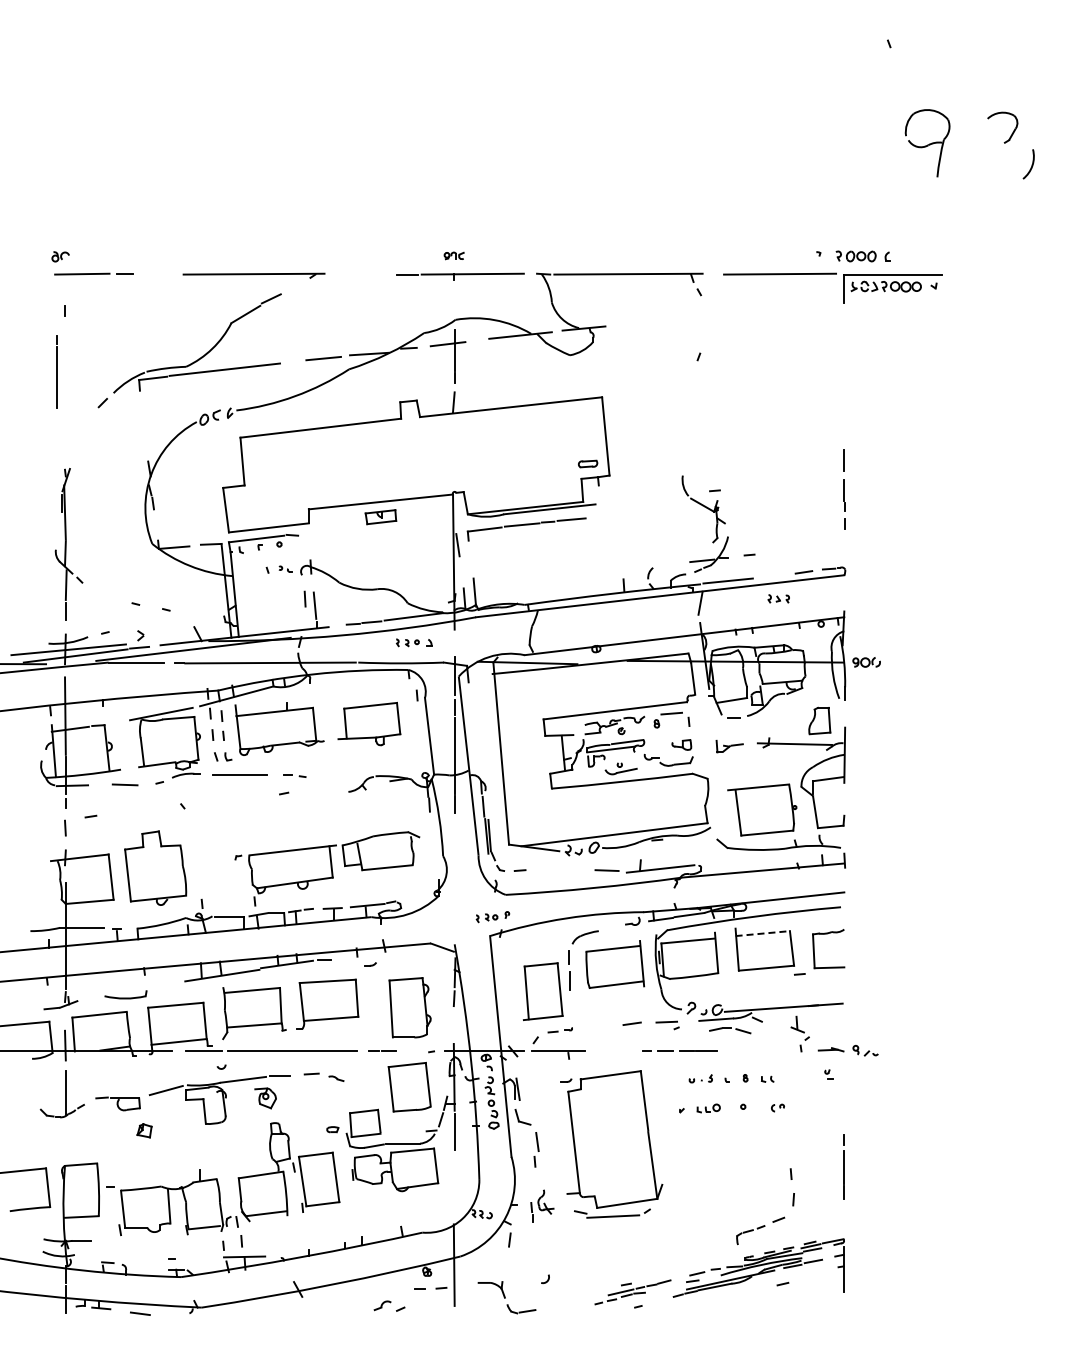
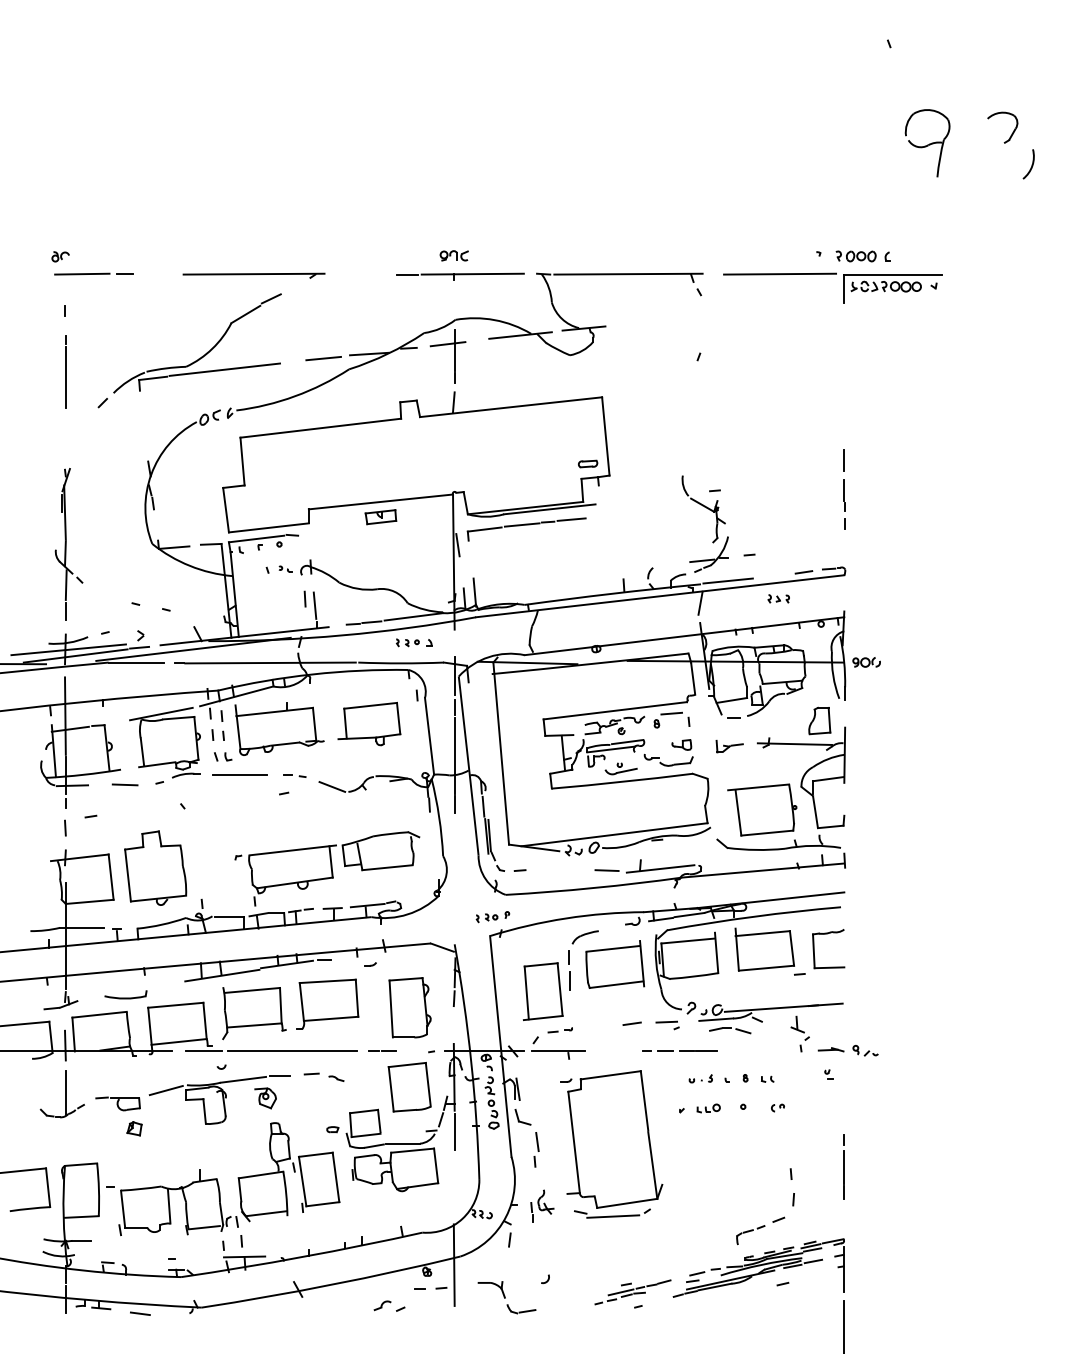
part at (453, 255) size: 22x10 px -> 30x12 px
line at (56, 371) position: (56, 371) -> (65, 371)
line at (332, 786): none -> present
line at (763, 933): dashed -> solid
part at (144, 1130) position: (144, 1130) -> (134, 1128)
line at (843, 1325): none -> present
